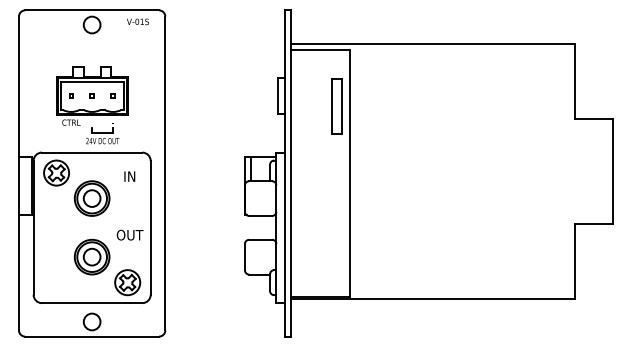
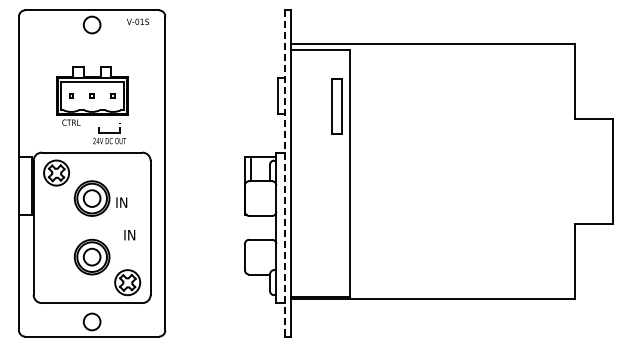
part at (102, 133) position: (102, 133) -> (109, 133)
line at (284, 174): solid -> dashed
text at (129, 176) position: (129, 176) -> (121, 202)
text at (129, 234): OUT -> IN
